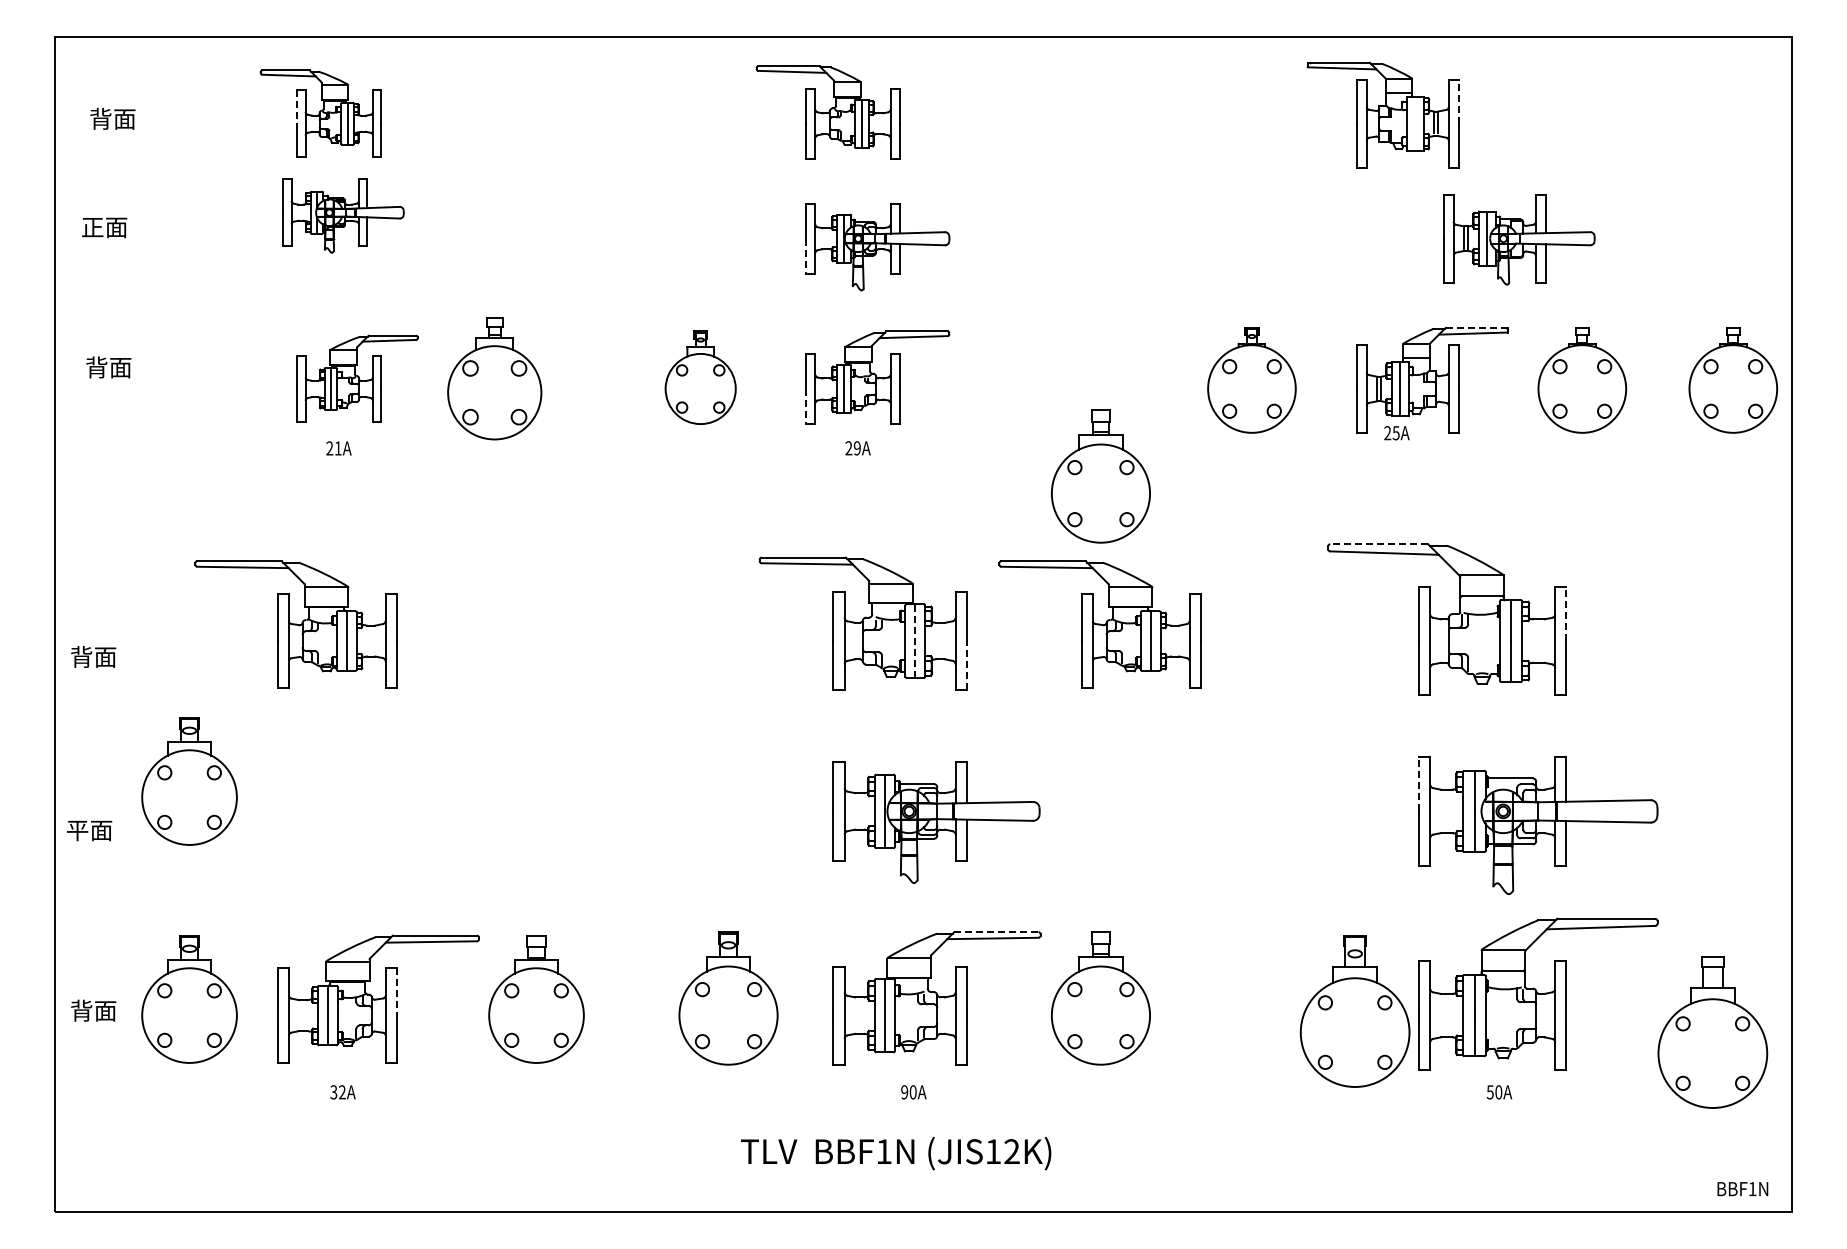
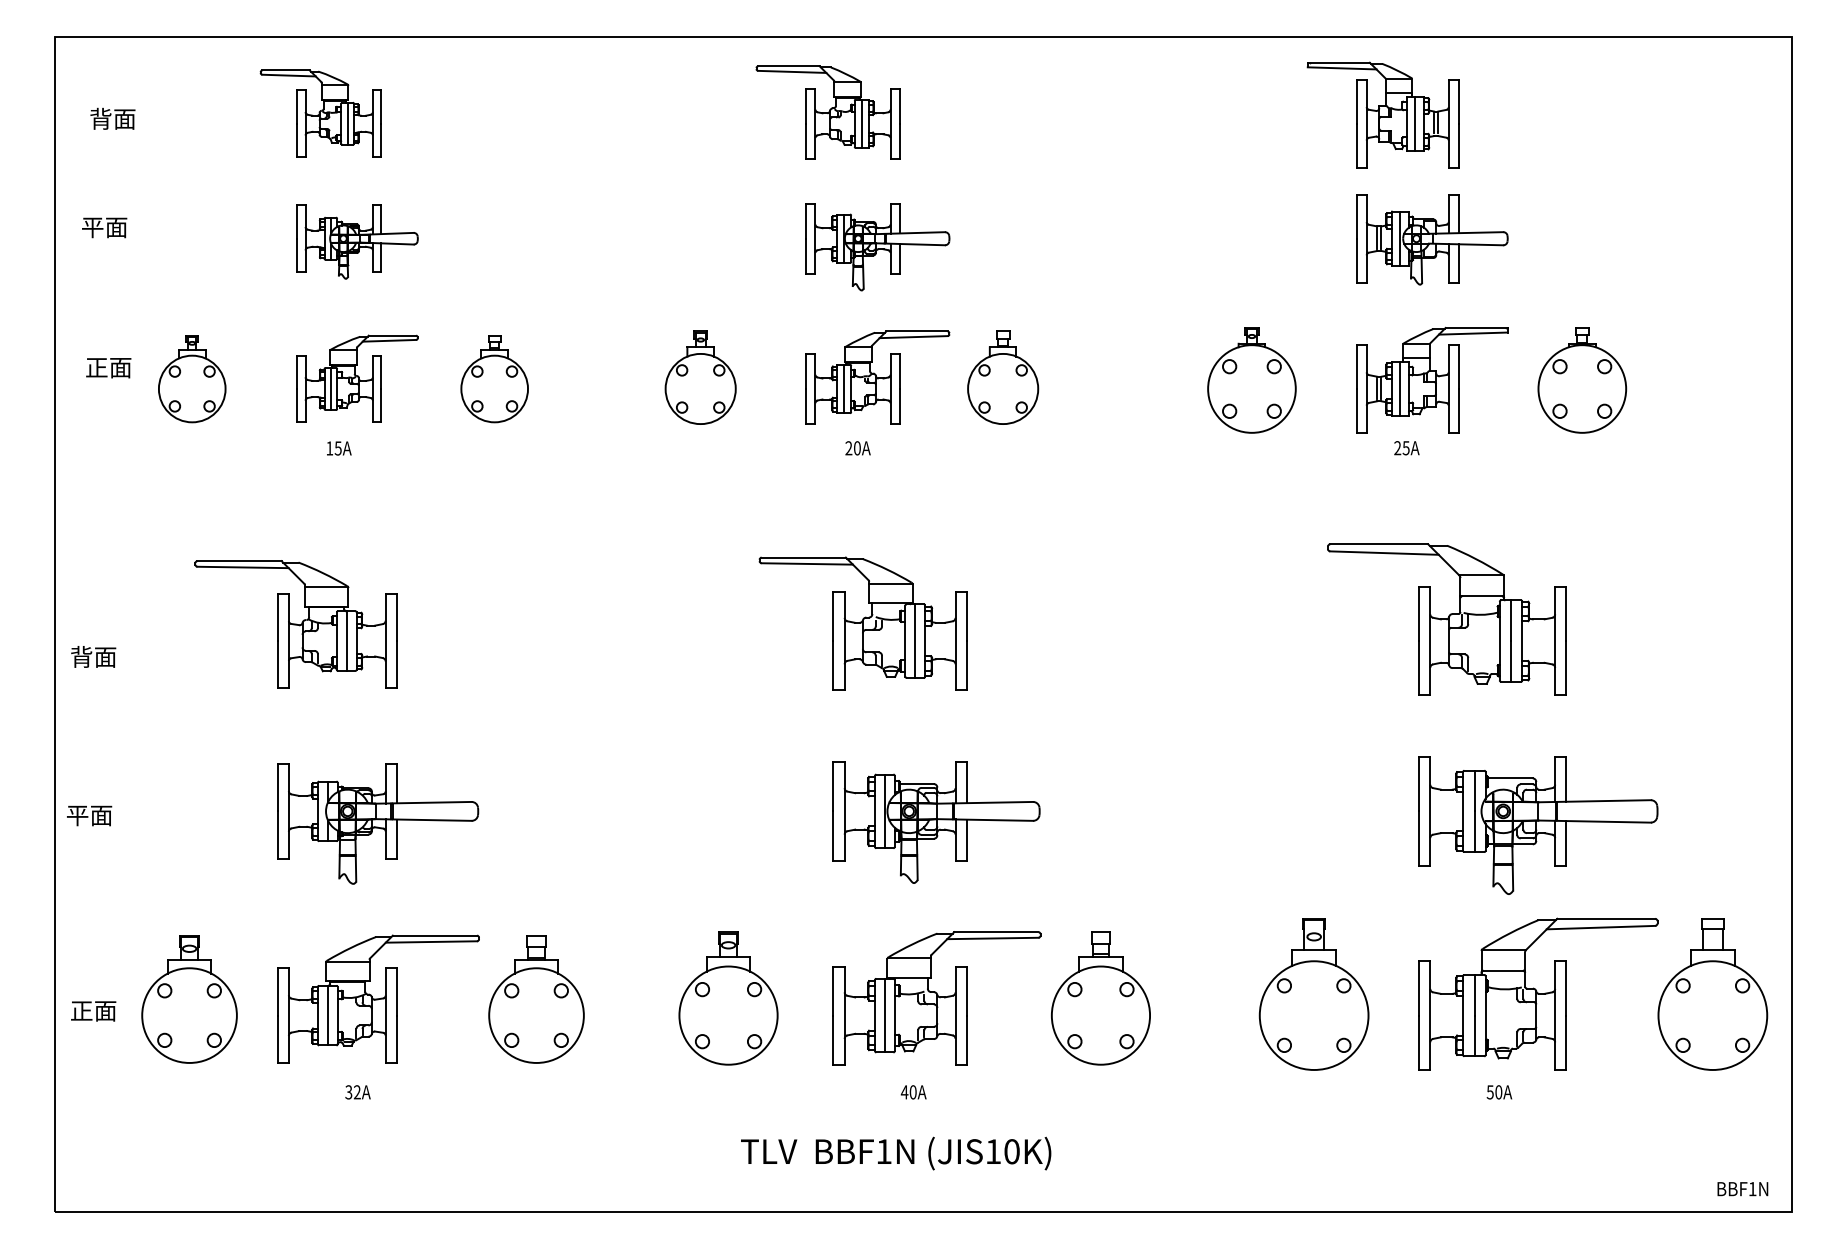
line at (1458, 101): dashed -> solid
line at (297, 107): dashed -> solid
line at (1415, 123): none -> present
part at (343, 215) position: (343, 215) -> (357, 241)
text at (92, 227): 正面 -> 平面
part at (1519, 239) position: (1519, 239) -> (1432, 239)
line at (805, 256): dashed -> solid
line at (1477, 327): dashed -> solid
text at (96, 367): 背面 -> 正面
part at (1003, 377): none -> present
part at (494, 378) size: 96x124 px -> 69x89 px
part at (192, 379): none -> present
part at (1733, 380): present -> none
line at (805, 406): dashed -> solid
text at (1396, 433) position: (1396, 433) -> (1406, 448)
text at (333, 448): 21A -> 15A
text at (856, 448): 29A -> 20A
part at (1100, 476): present -> none
line at (1379, 544): dashed -> solid
line at (1566, 613): dashed -> solid
part at (1099, 624): present -> none
line at (915, 641): dashed -> solid
line at (966, 665): dashed -> solid
part at (189, 781): present -> none
line at (1419, 783): dashed -> solid
part at (378, 823): none -> present
text at (89, 830) position: (89, 830) -> (89, 815)
line at (996, 932): dashed -> solid
line at (396, 991): dashed -> solid
text at (81, 1010): 背面 -> 正面
part at (1354, 1011) position: (1354, 1011) -> (1313, 994)
part at (1712, 1032) position: (1712, 1032) -> (1712, 994)
text at (342, 1092) position: (342, 1092) -> (357, 1092)
text at (904, 1092): 90A -> 40A
text at (1011, 1151): (JIS12K) -> (JIS10K)
